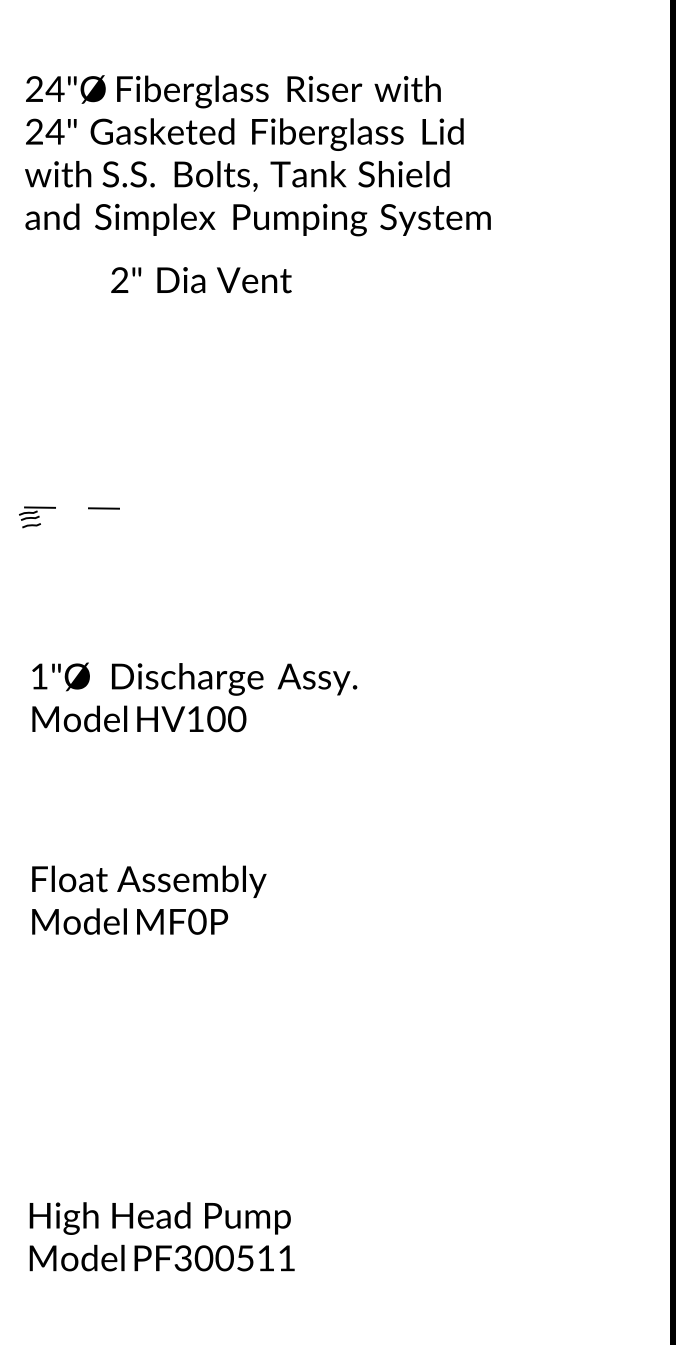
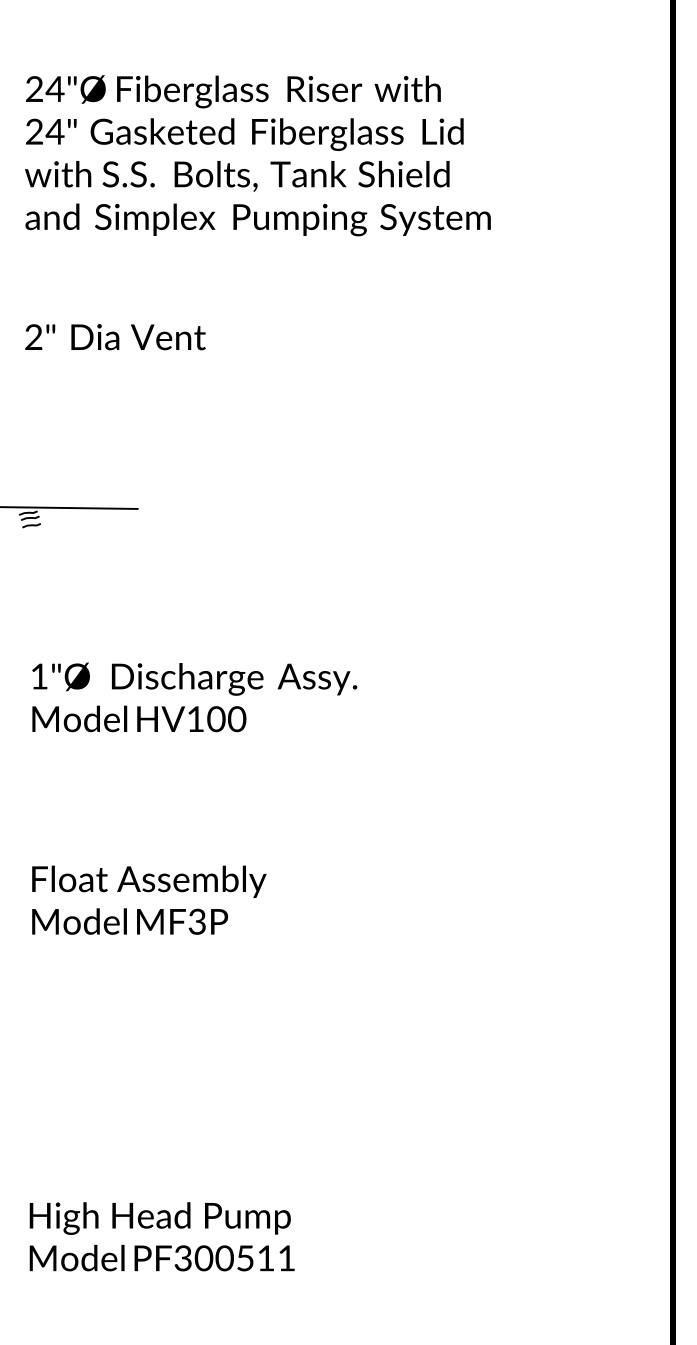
text at (201, 280) position: (201, 280) -> (115, 337)
line at (69, 508): dashed -> solid
text at (197, 921): MF0P -> MF3P
